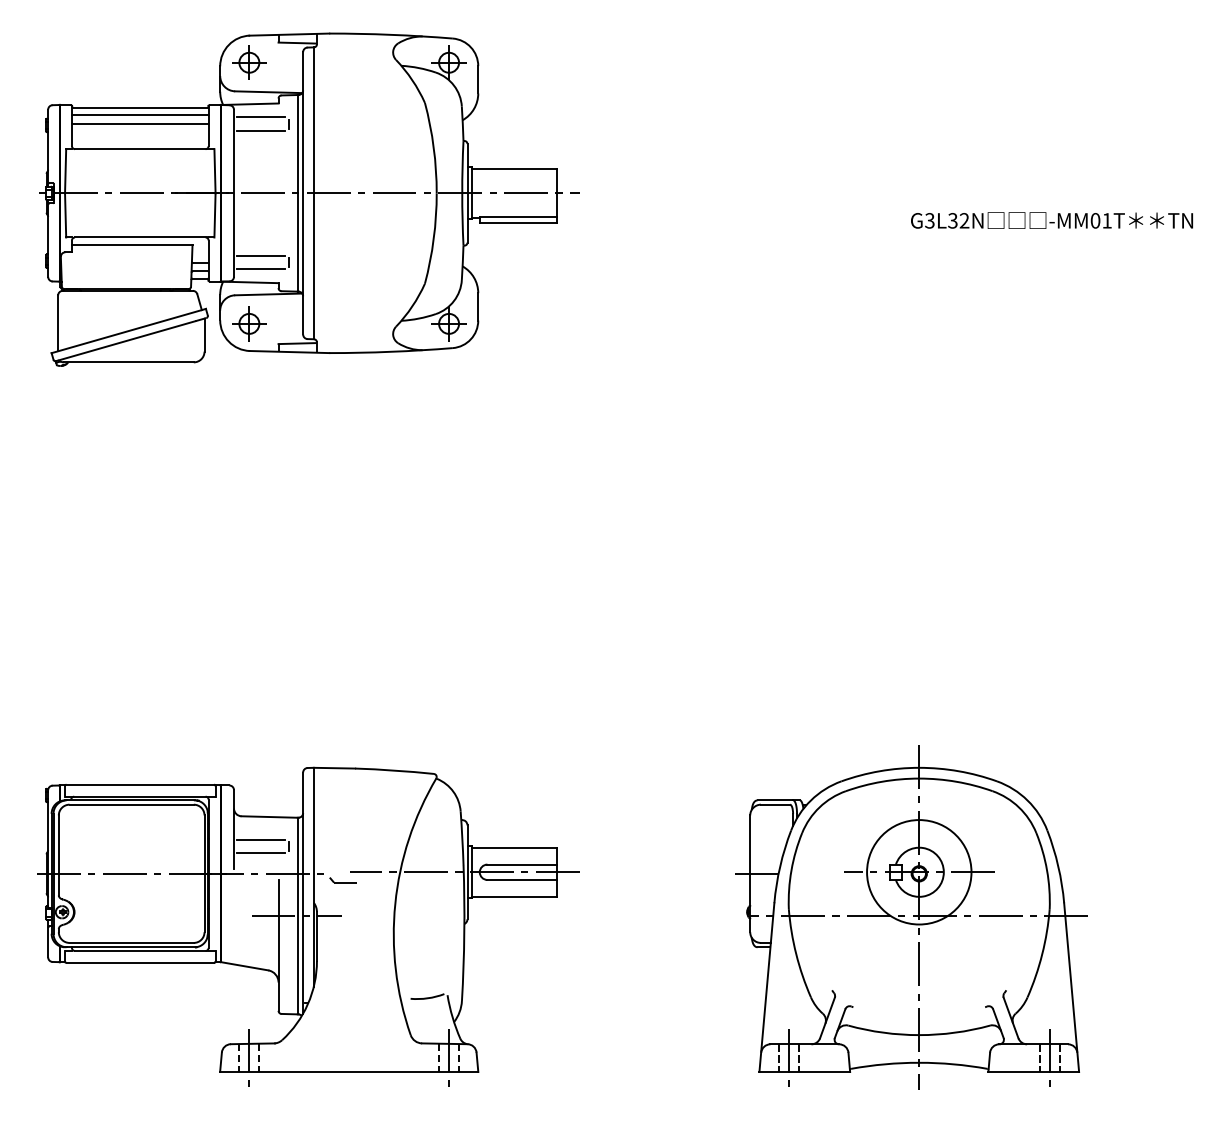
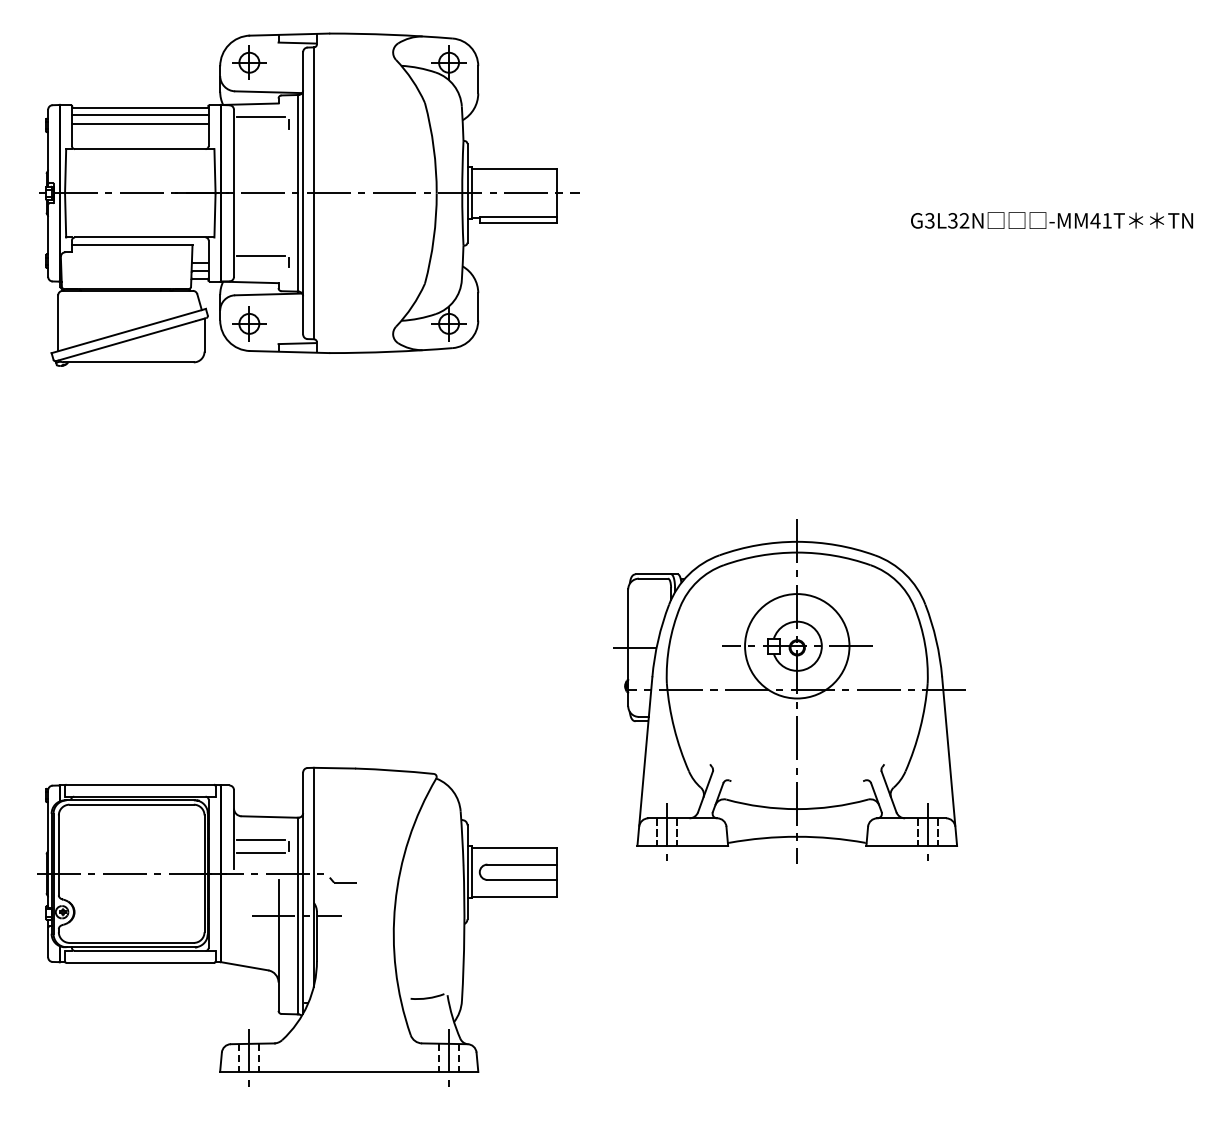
line at (261, 131): present -> none
text at (1095, 220): -MM01T -> -MM41T
line at (261, 269): present -> none
line at (464, 872): present -> none
part at (911, 917) position: (911, 917) -> (789, 691)
